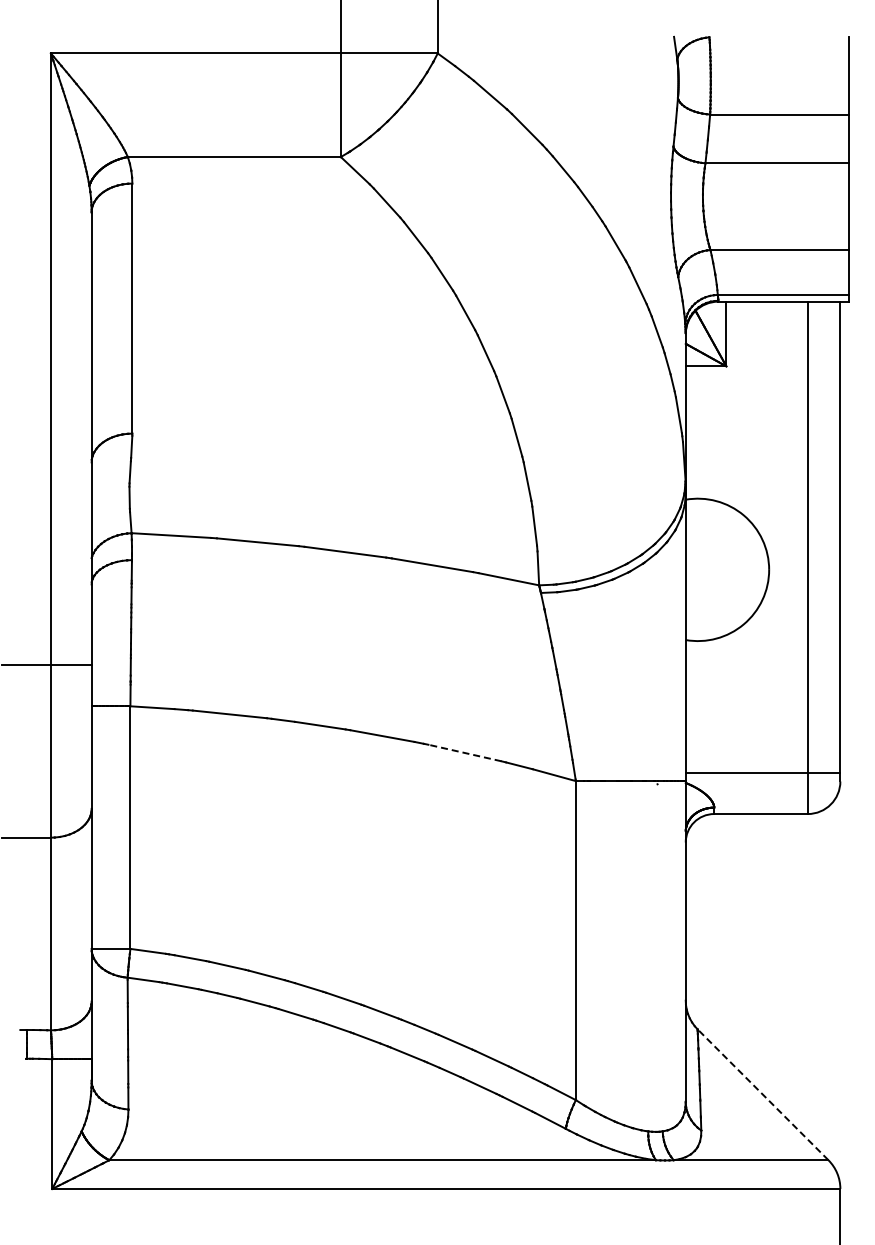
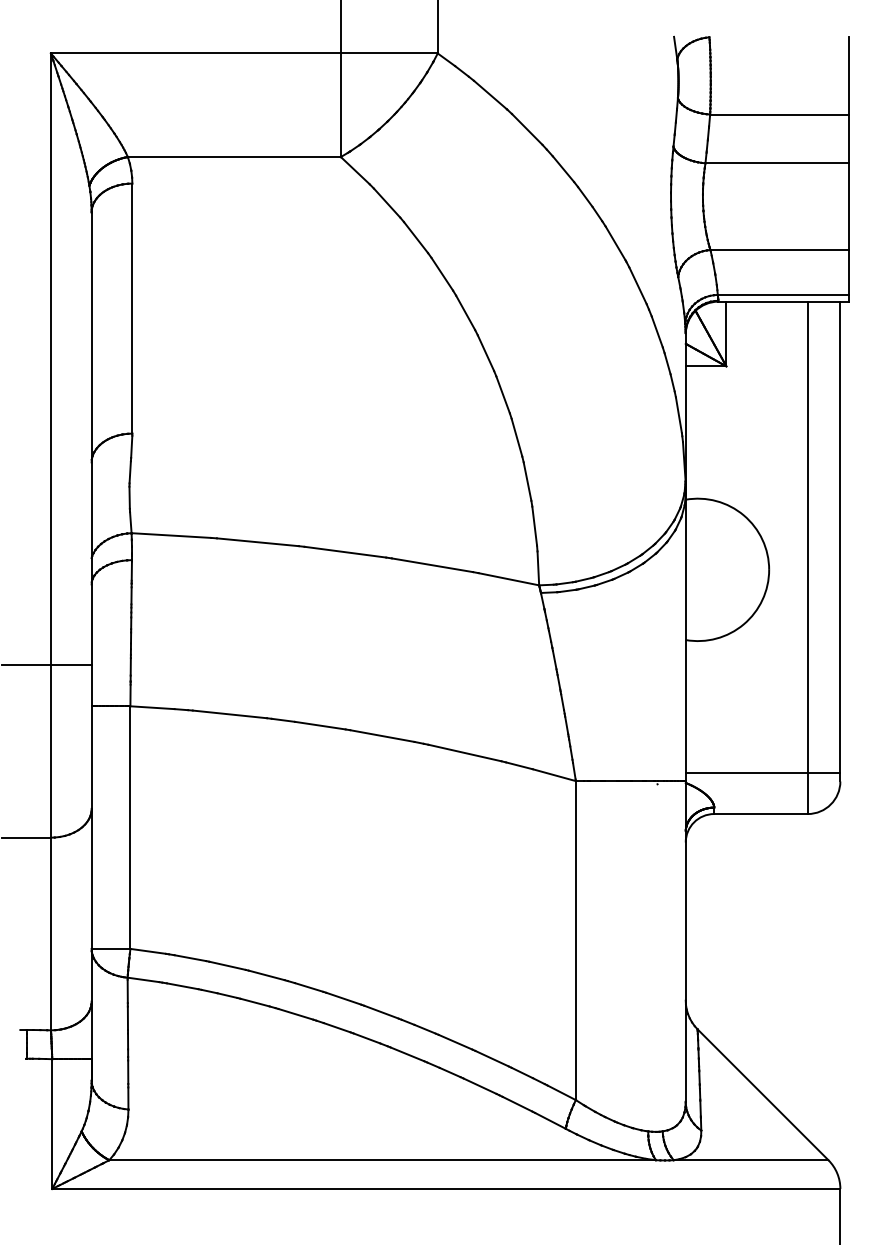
line at (464, 752): dashed -> solid
line at (762, 1094): dashed -> solid
